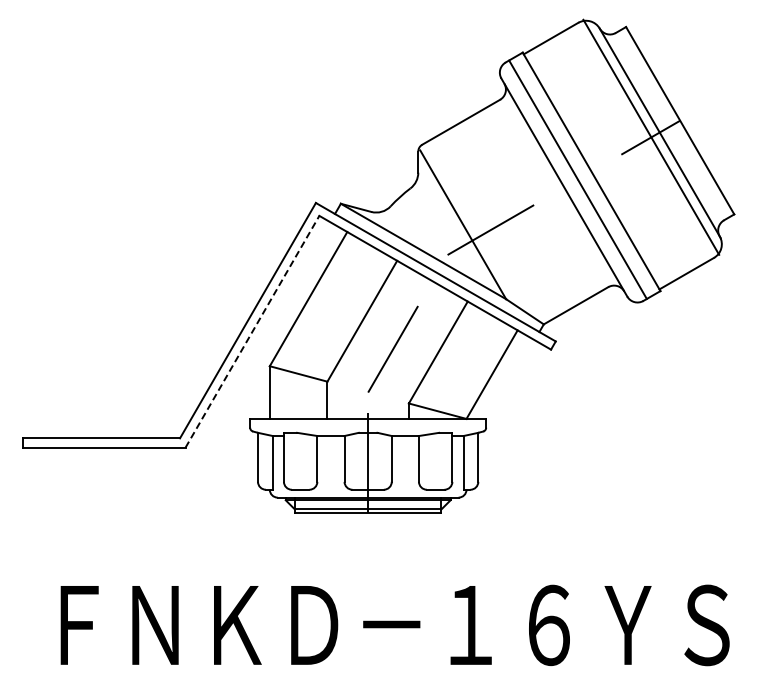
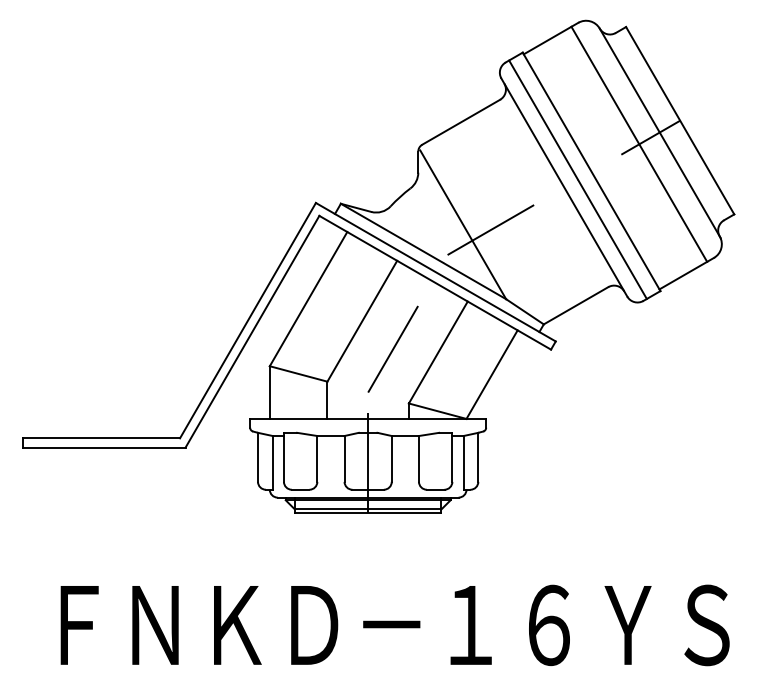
line at (651, 136) position: (651, 136) -> (639, 143)
line at (252, 331): dashed -> solid
